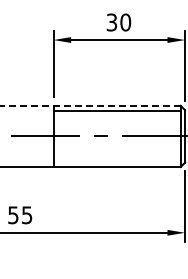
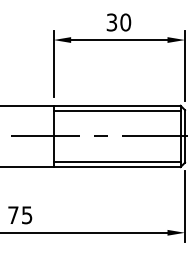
line at (90, 105): dashed -> solid
line at (116, 161): none -> present
text at (13, 215): 55 -> 75
